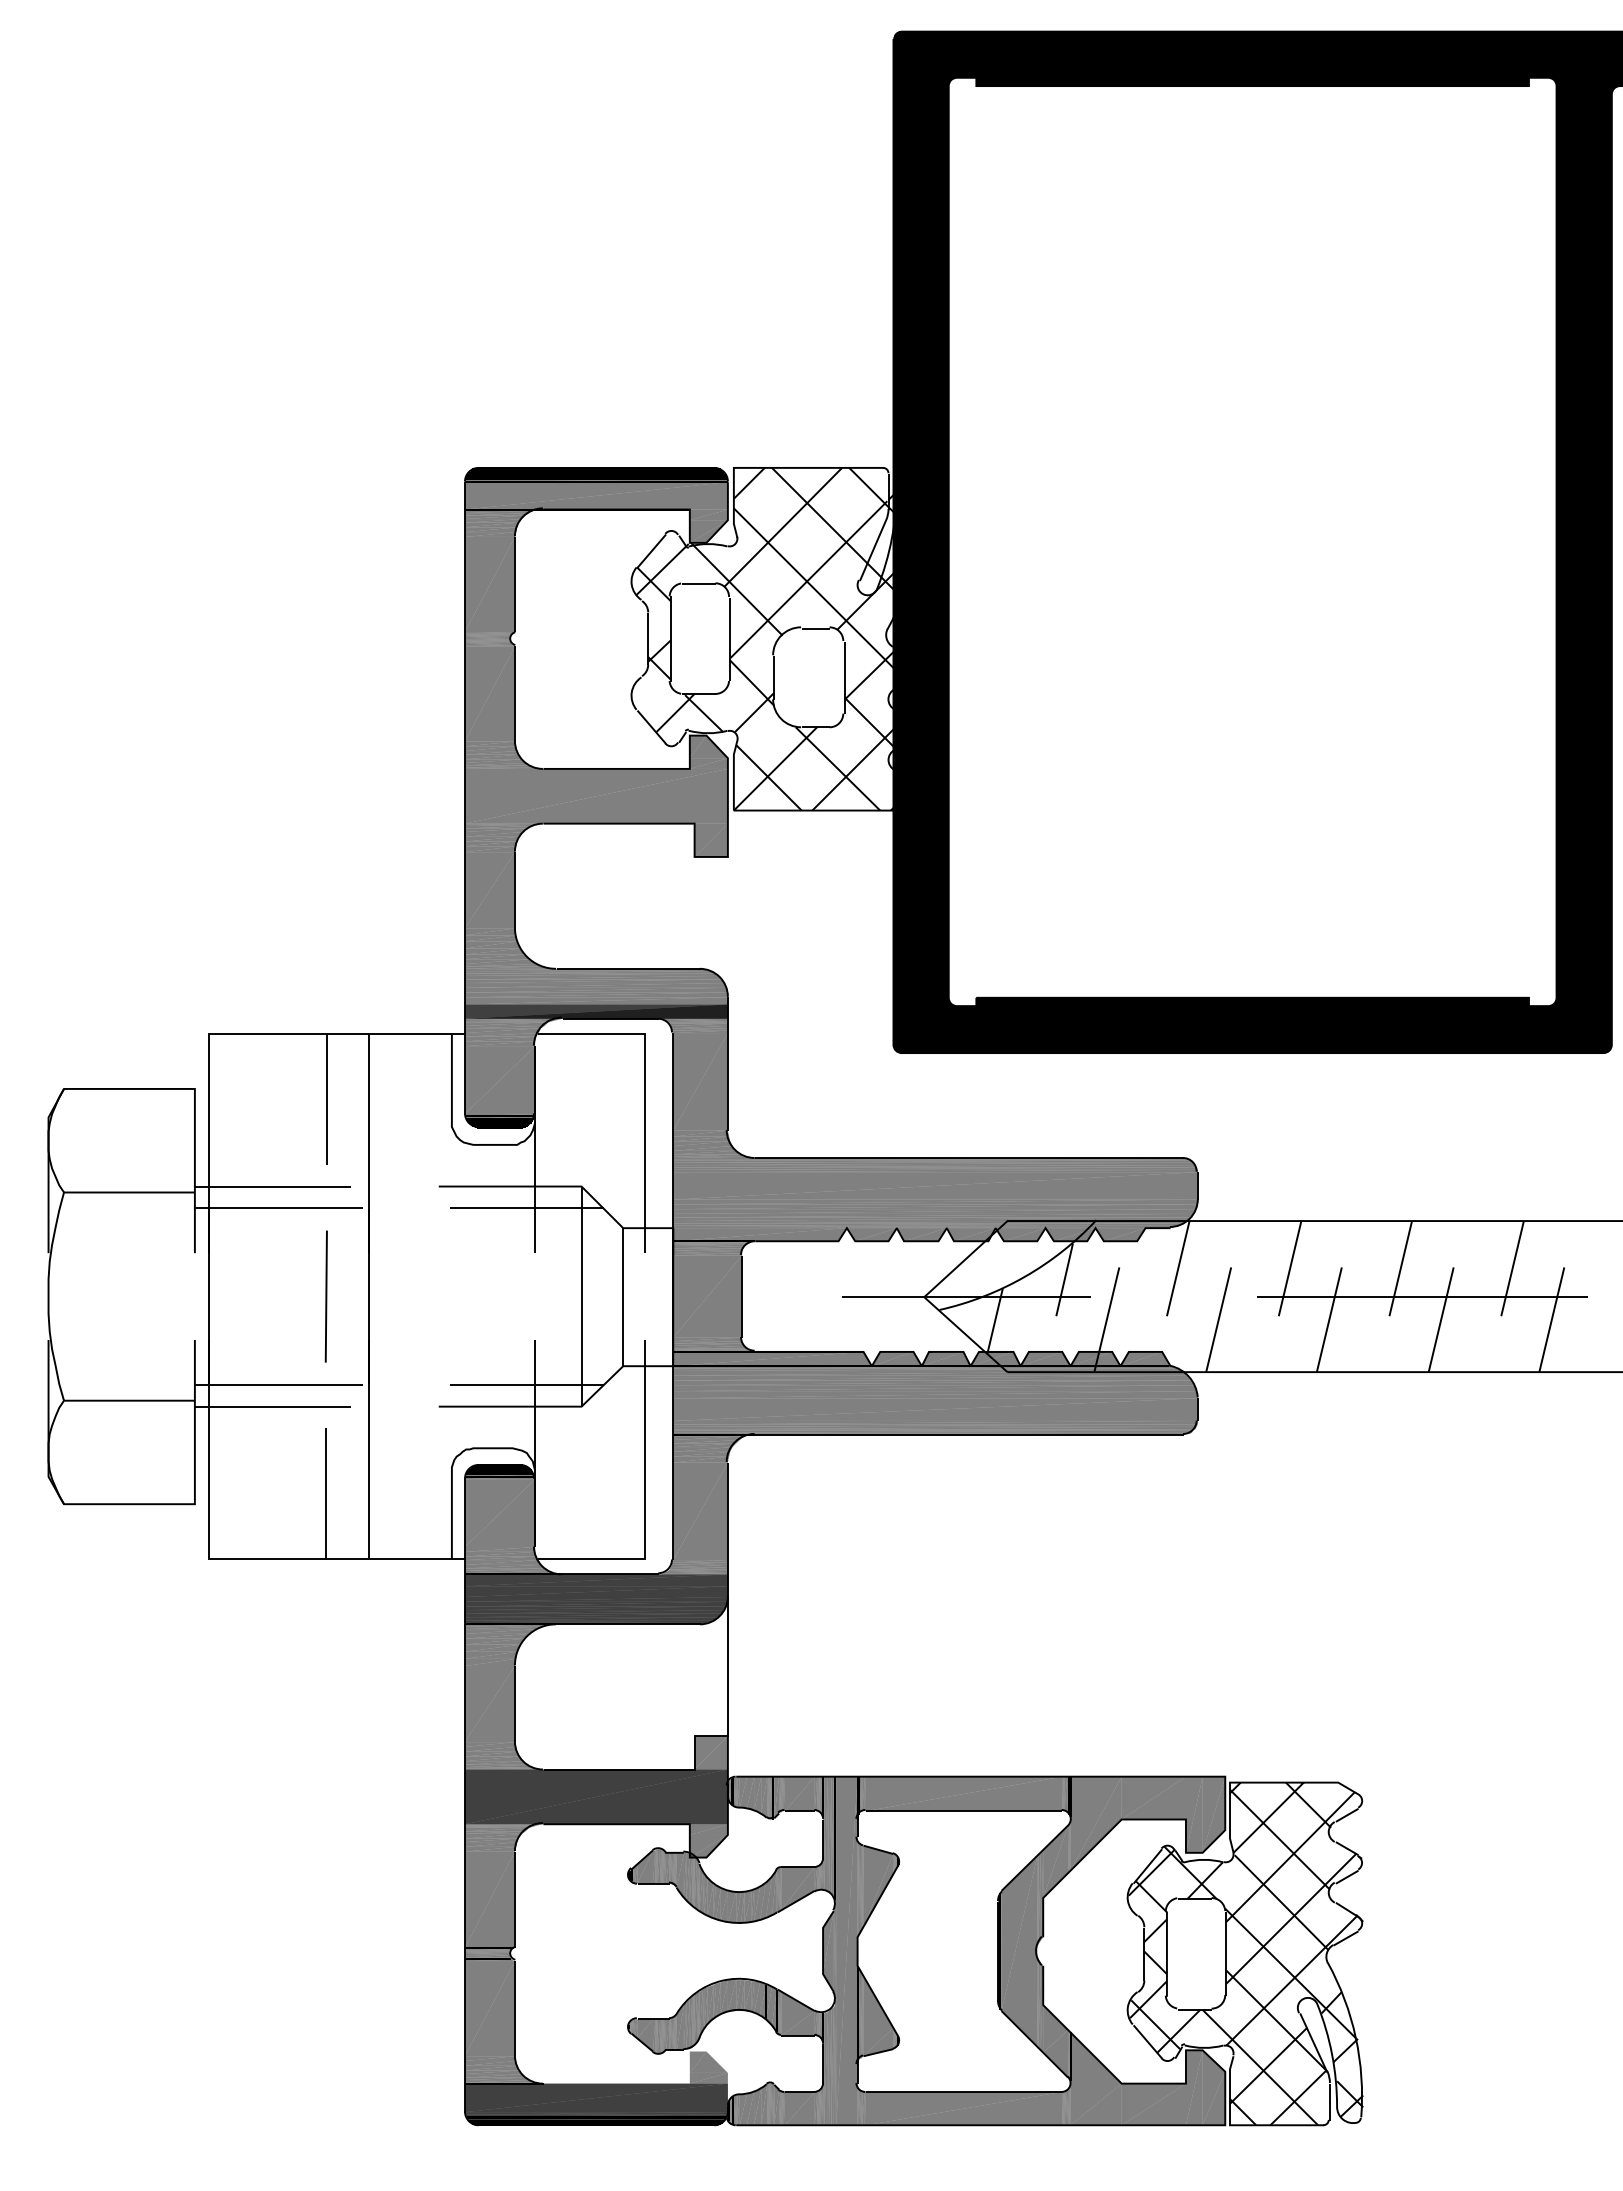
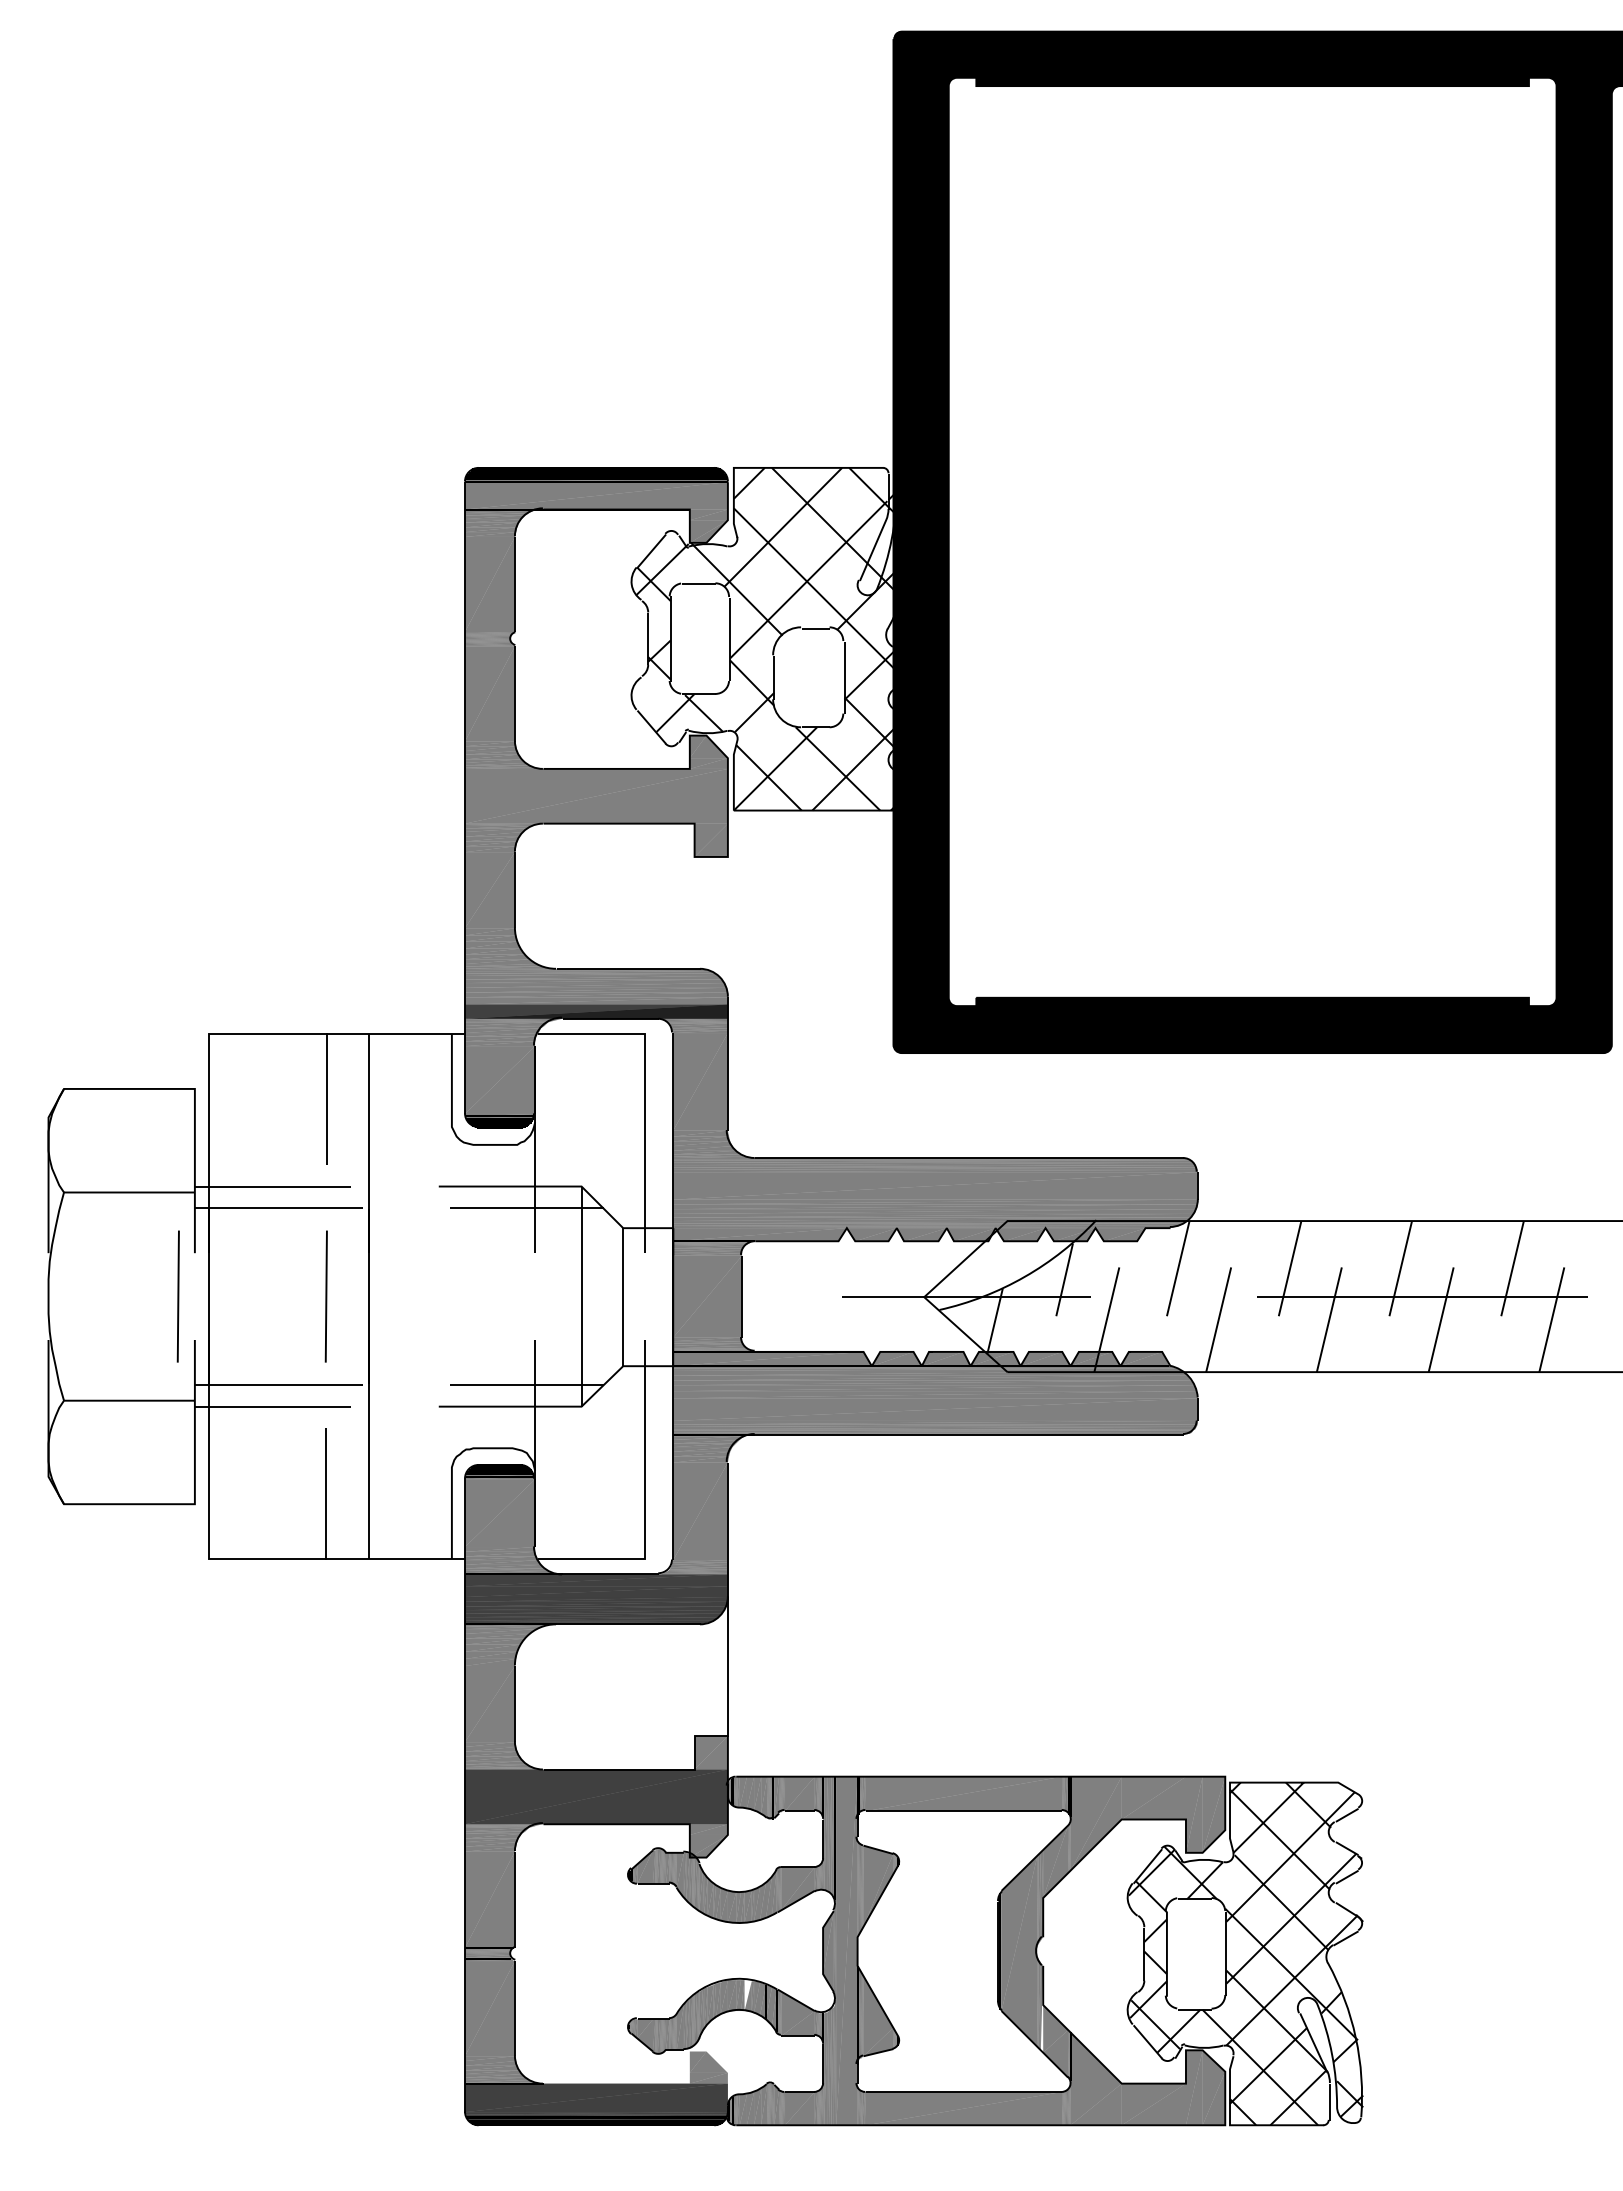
line at (177, 1296): none -> present
fill at (747, 1995): present -> none
fill at (1041, 2008): present -> none
